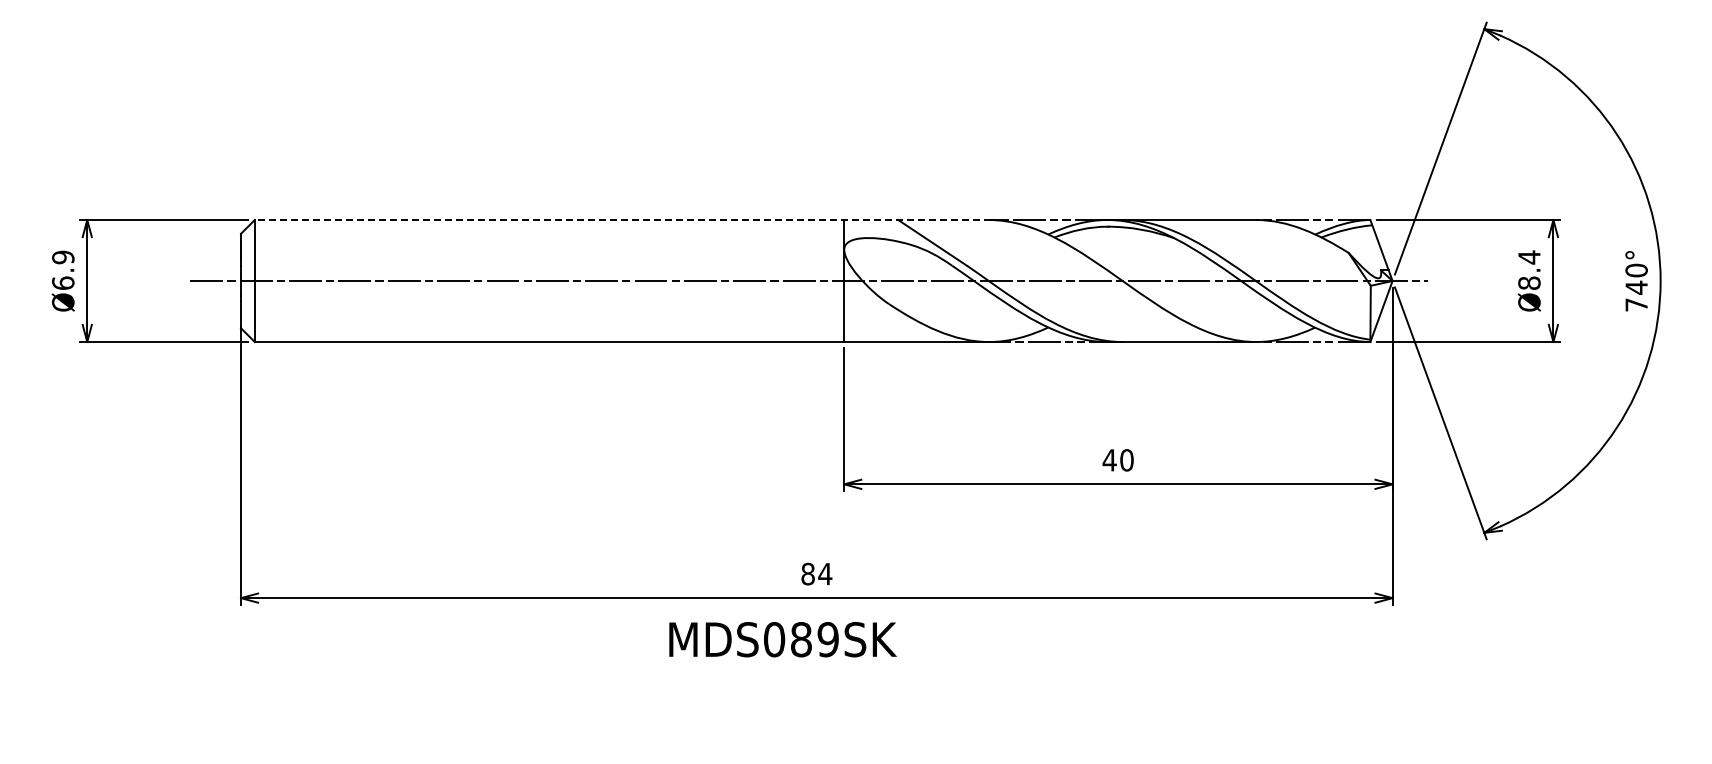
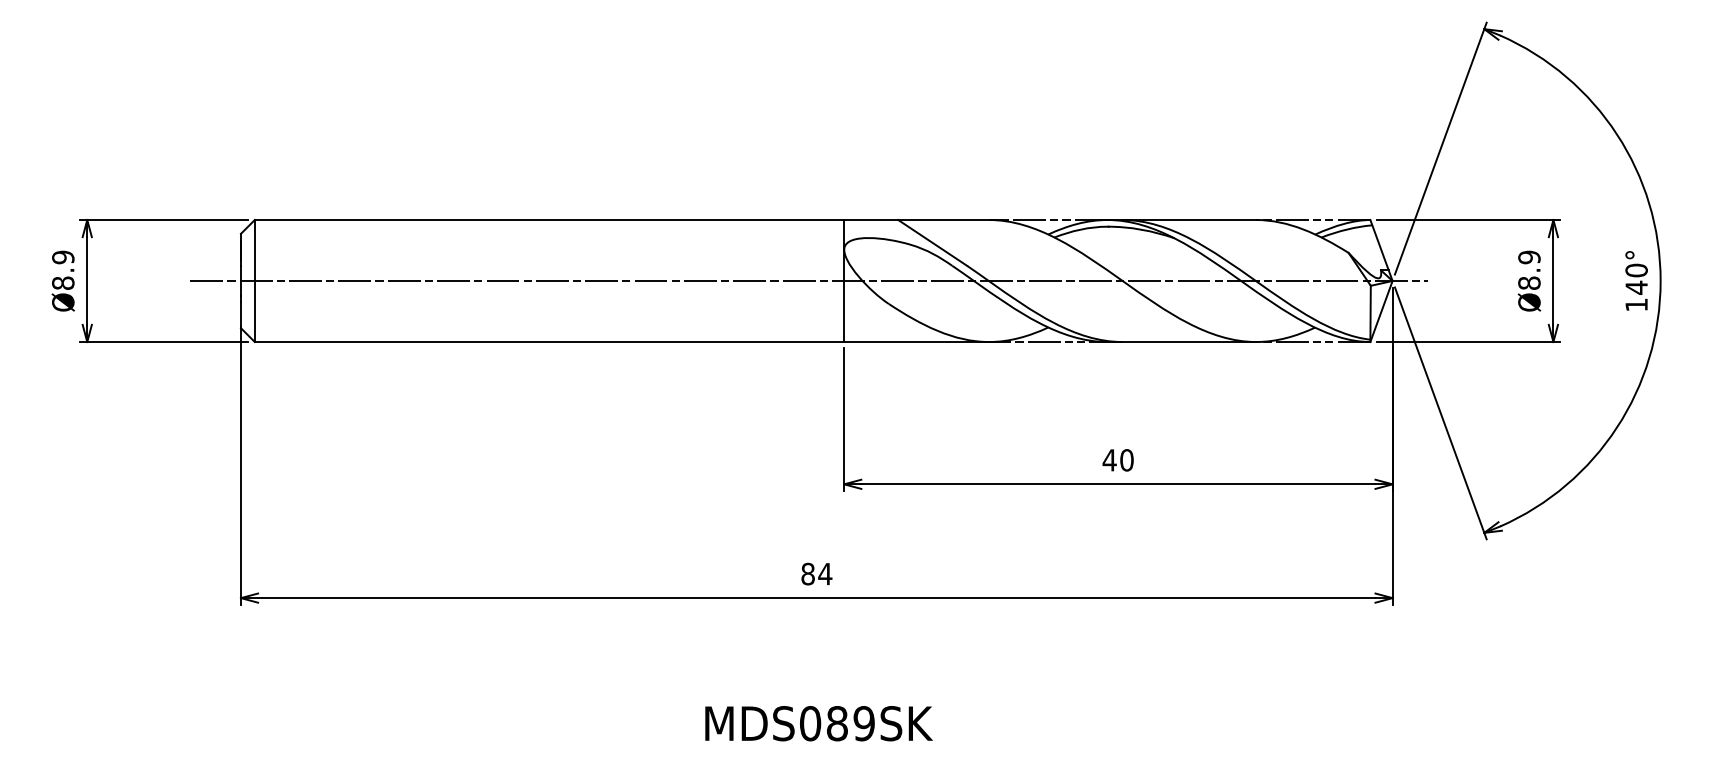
line at (627, 220): dashed -> solid
text at (1529, 257): Ø8.4 -> Ø8.9
text at (63, 282): Ø6.9 -> Ø8.9
text at (1636, 304): 740° -> 140°
text at (782, 639) position: (782, 639) -> (818, 723)
